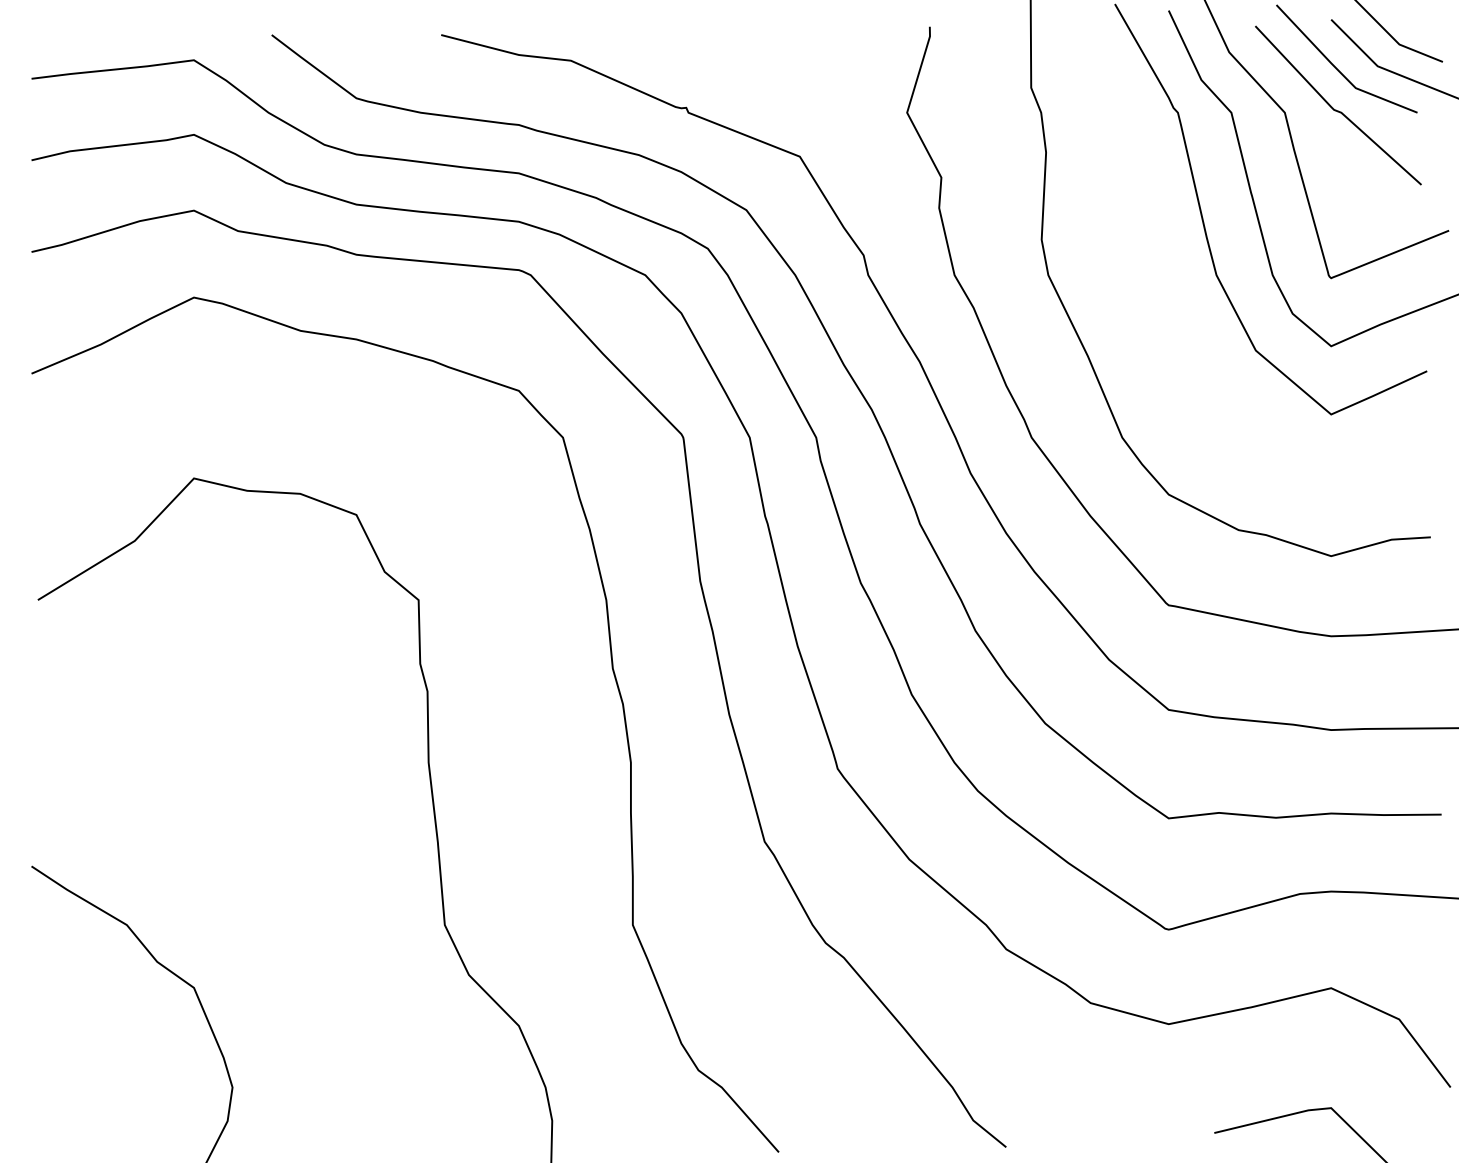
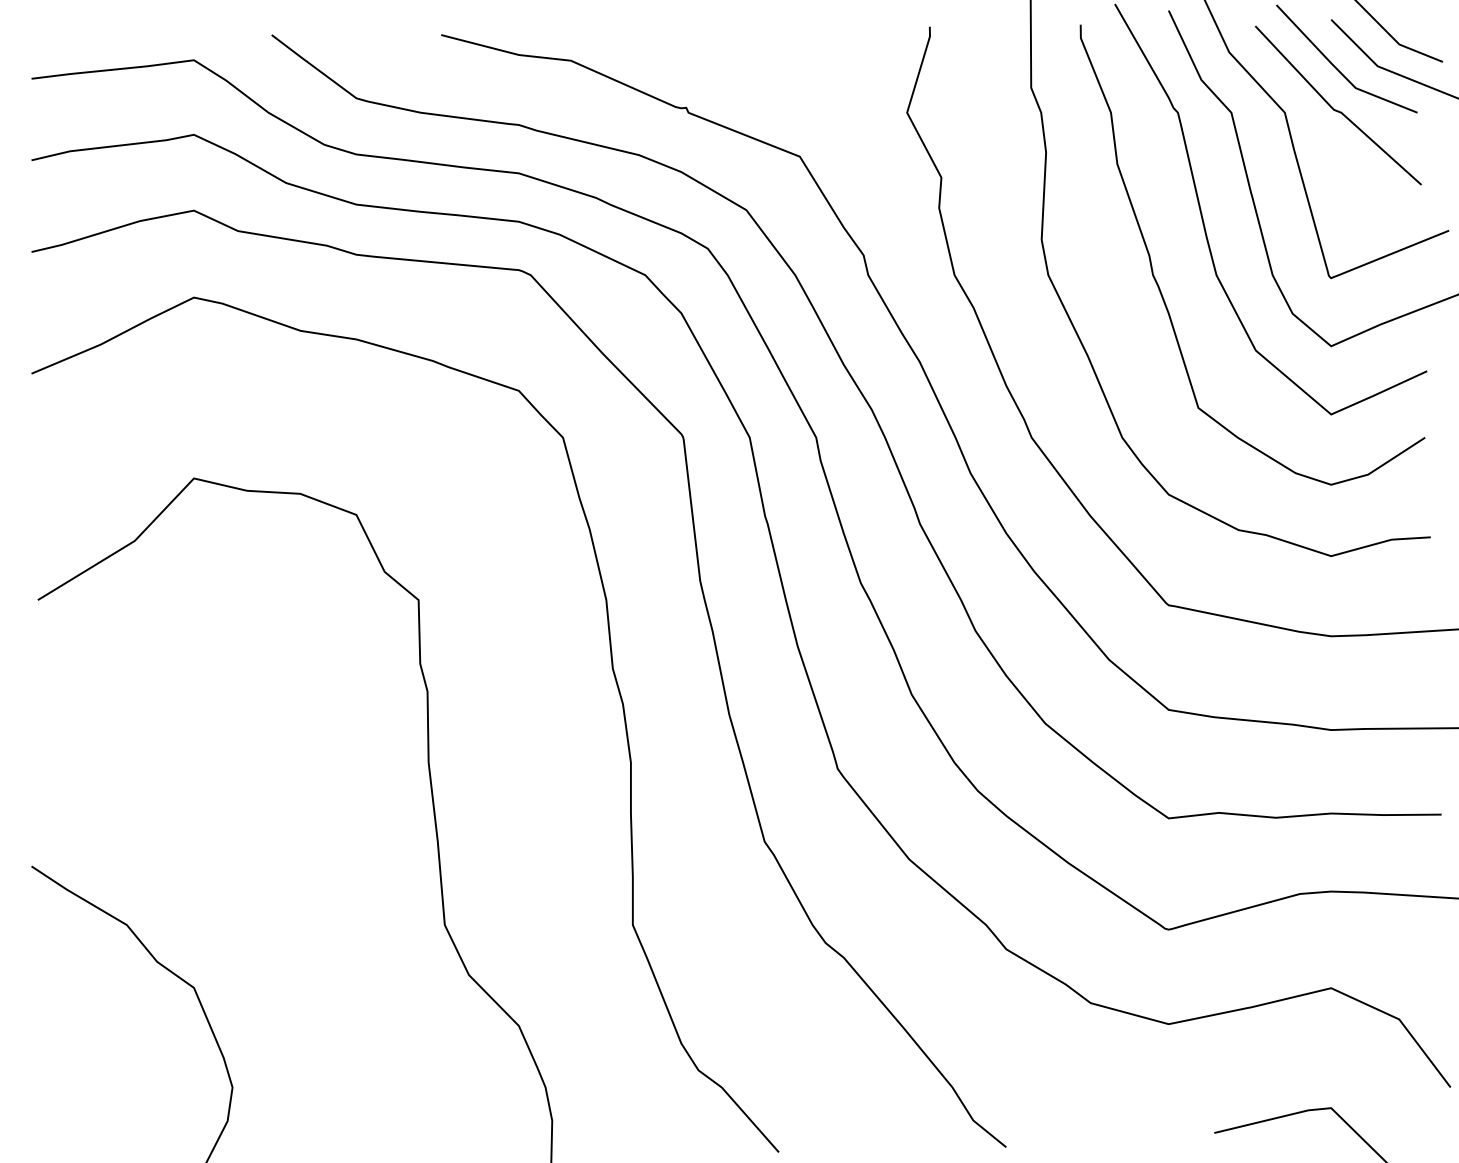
curve at (1160, 288): none -> present
